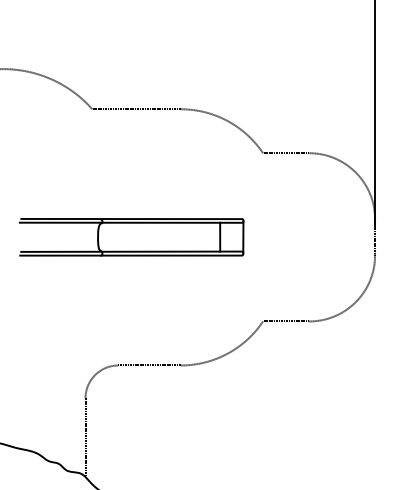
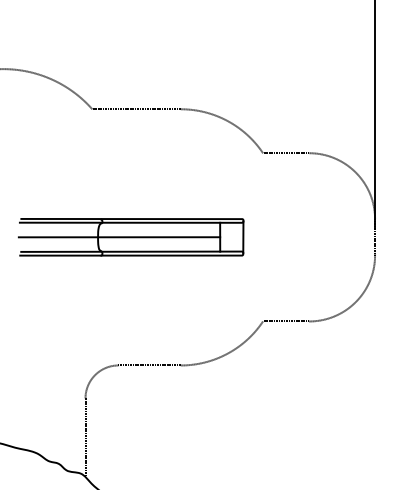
line at (119, 237): none -> present
